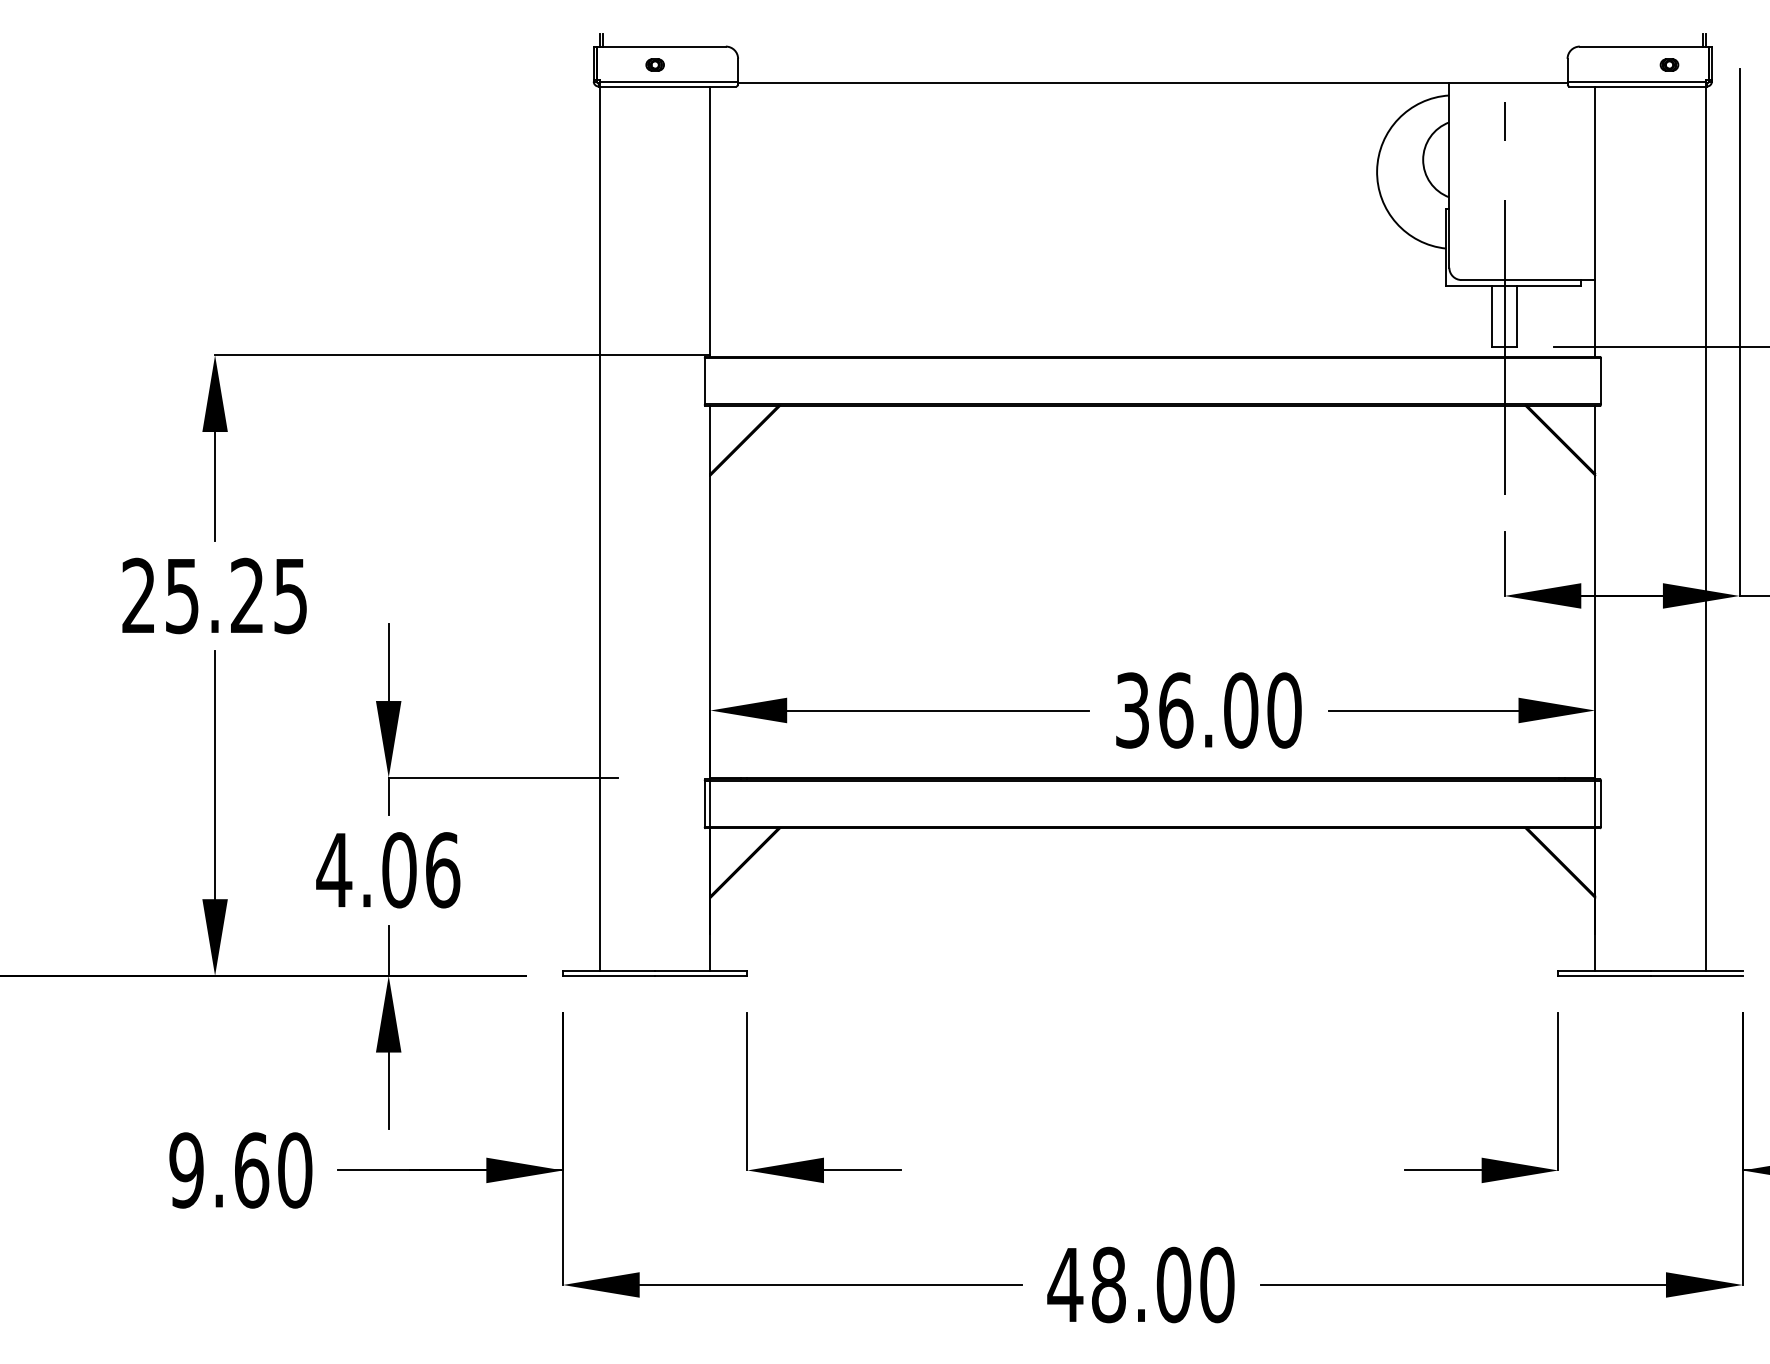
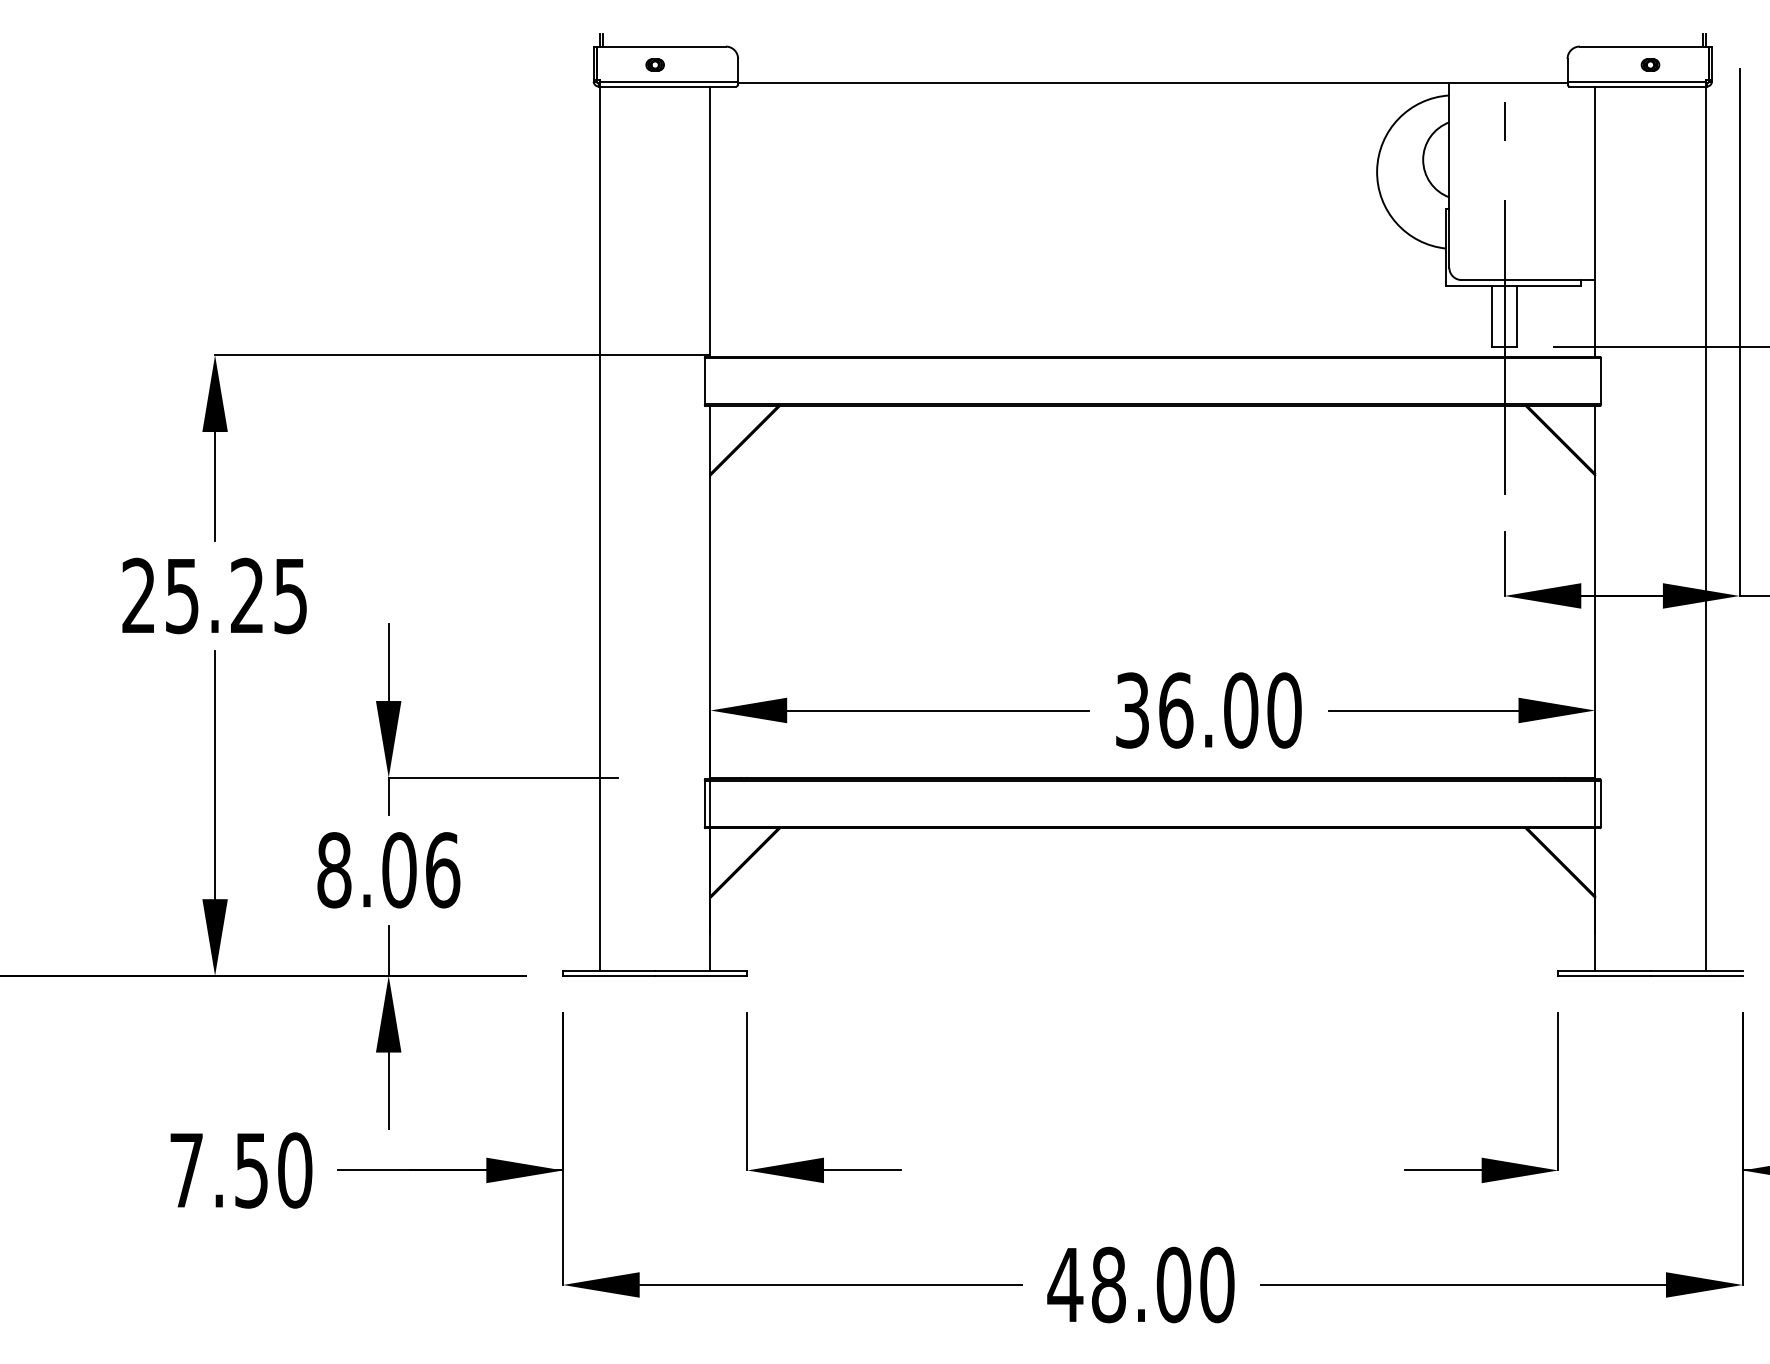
part at (1669, 64) position: (1669, 64) -> (1650, 64)
text at (334, 870): 4.06 -> 8.06
text at (219, 1170): 9.60 -> 7.50
